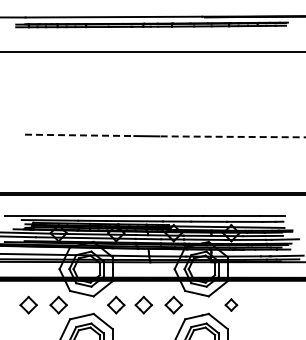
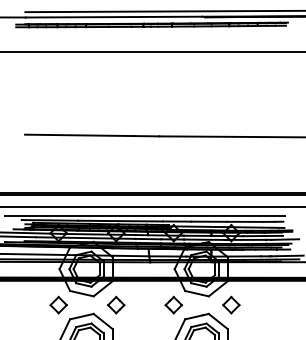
line at (163, 11): none -> present
line at (79, 135): dashed -> solid
line at (232, 136): dashed -> solid
line at (152, 207): none -> present
part at (28, 304): present -> none
part at (143, 304): present -> none
part at (231, 304) size: 15x14 px -> 19x20 px
